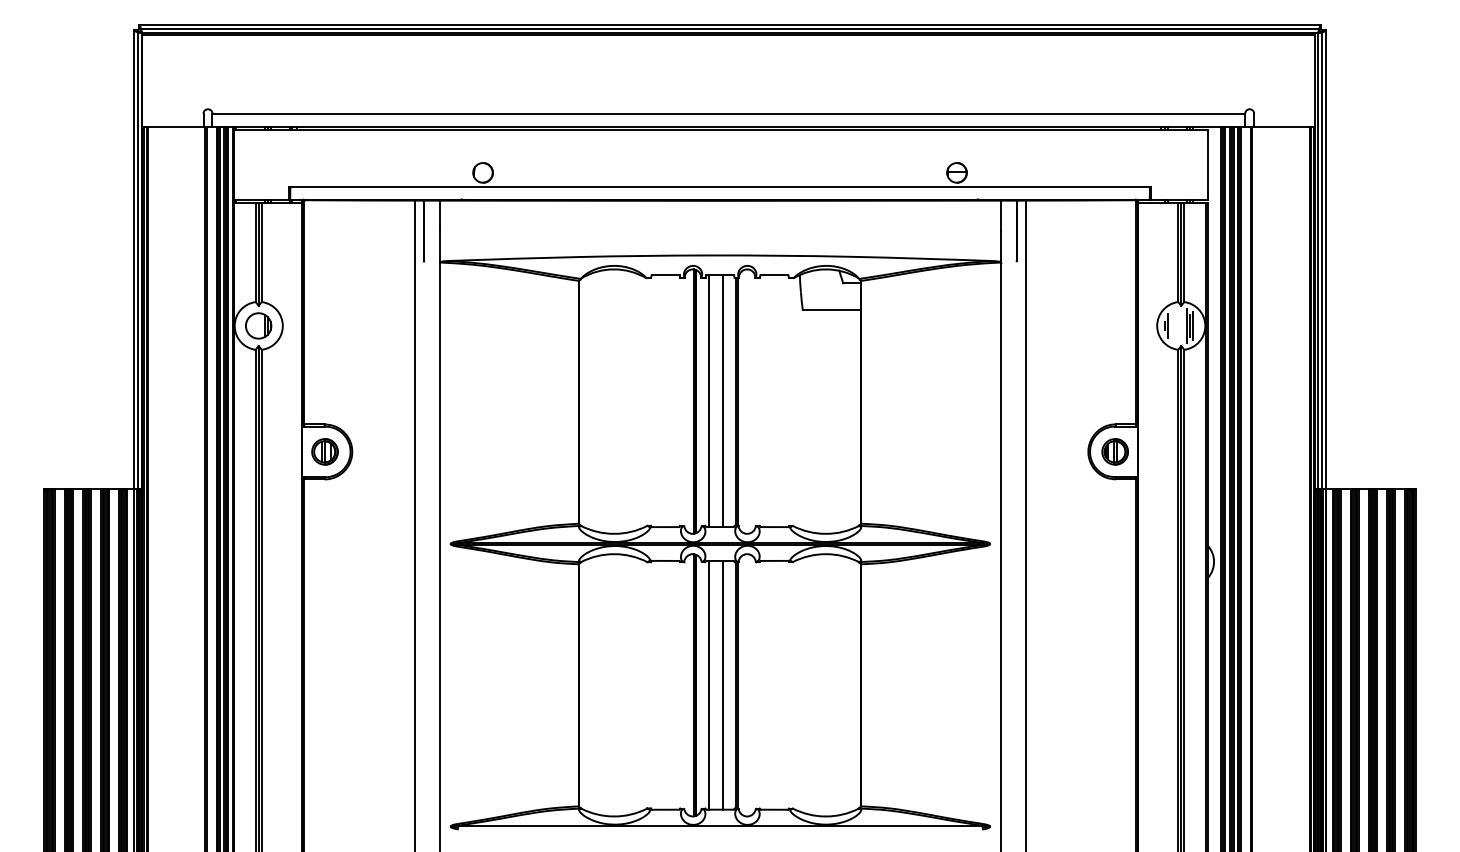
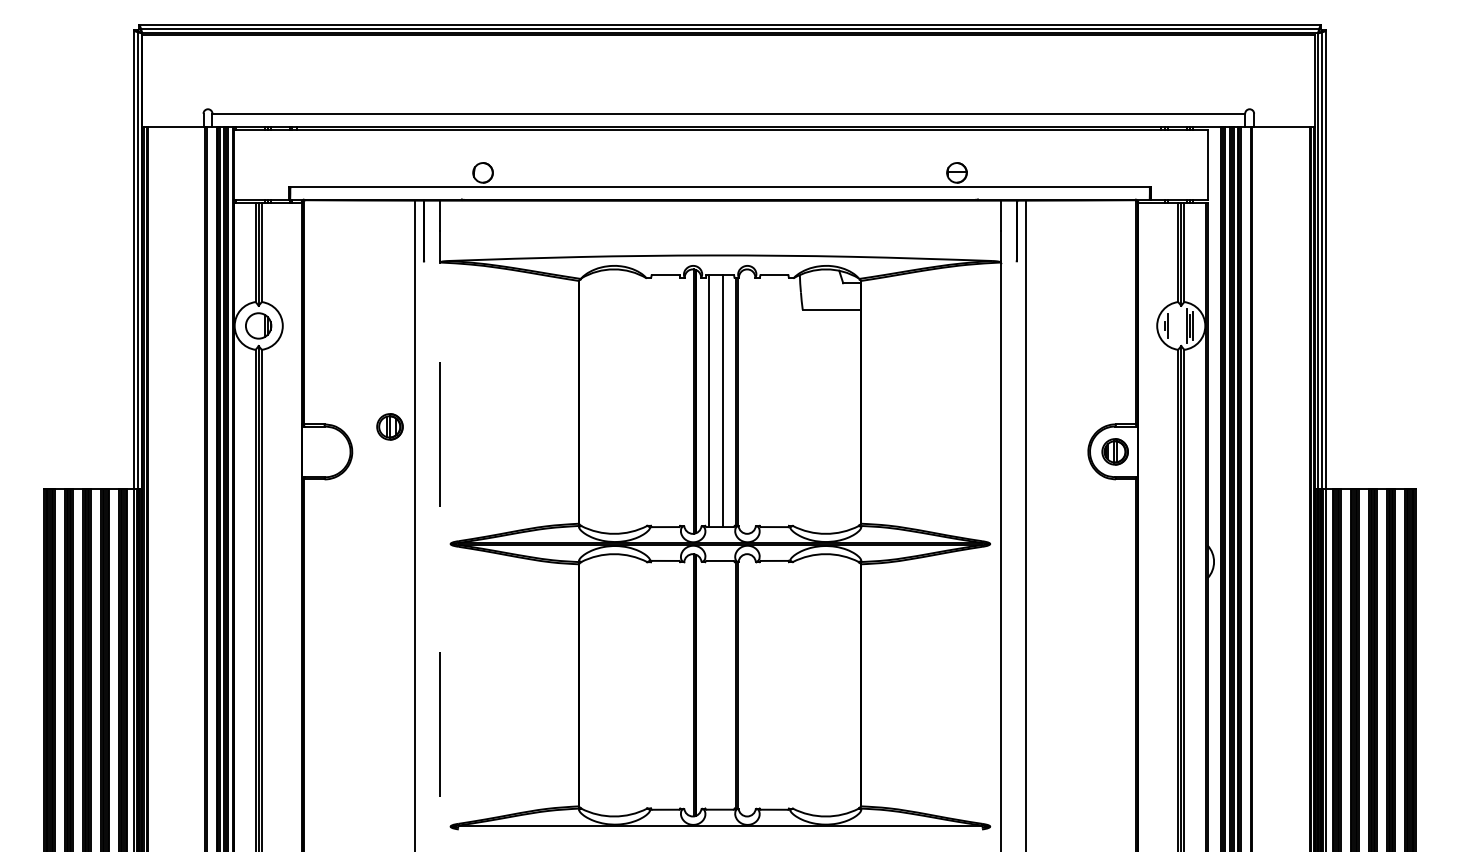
part at (324, 451) position: (324, 451) -> (389, 426)
line at (440, 556): solid -> dashed
line at (709, 684): present -> none
line at (722, 684): present -> none
